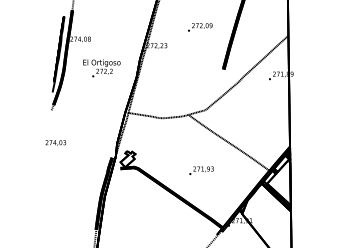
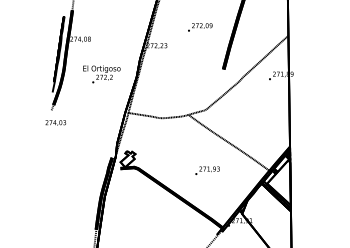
text at (101, 68) position: (101, 68) -> (101, 74)
text at (55, 142) position: (55, 142) -> (55, 122)
text at (201, 170) position: (201, 170) -> (207, 170)
